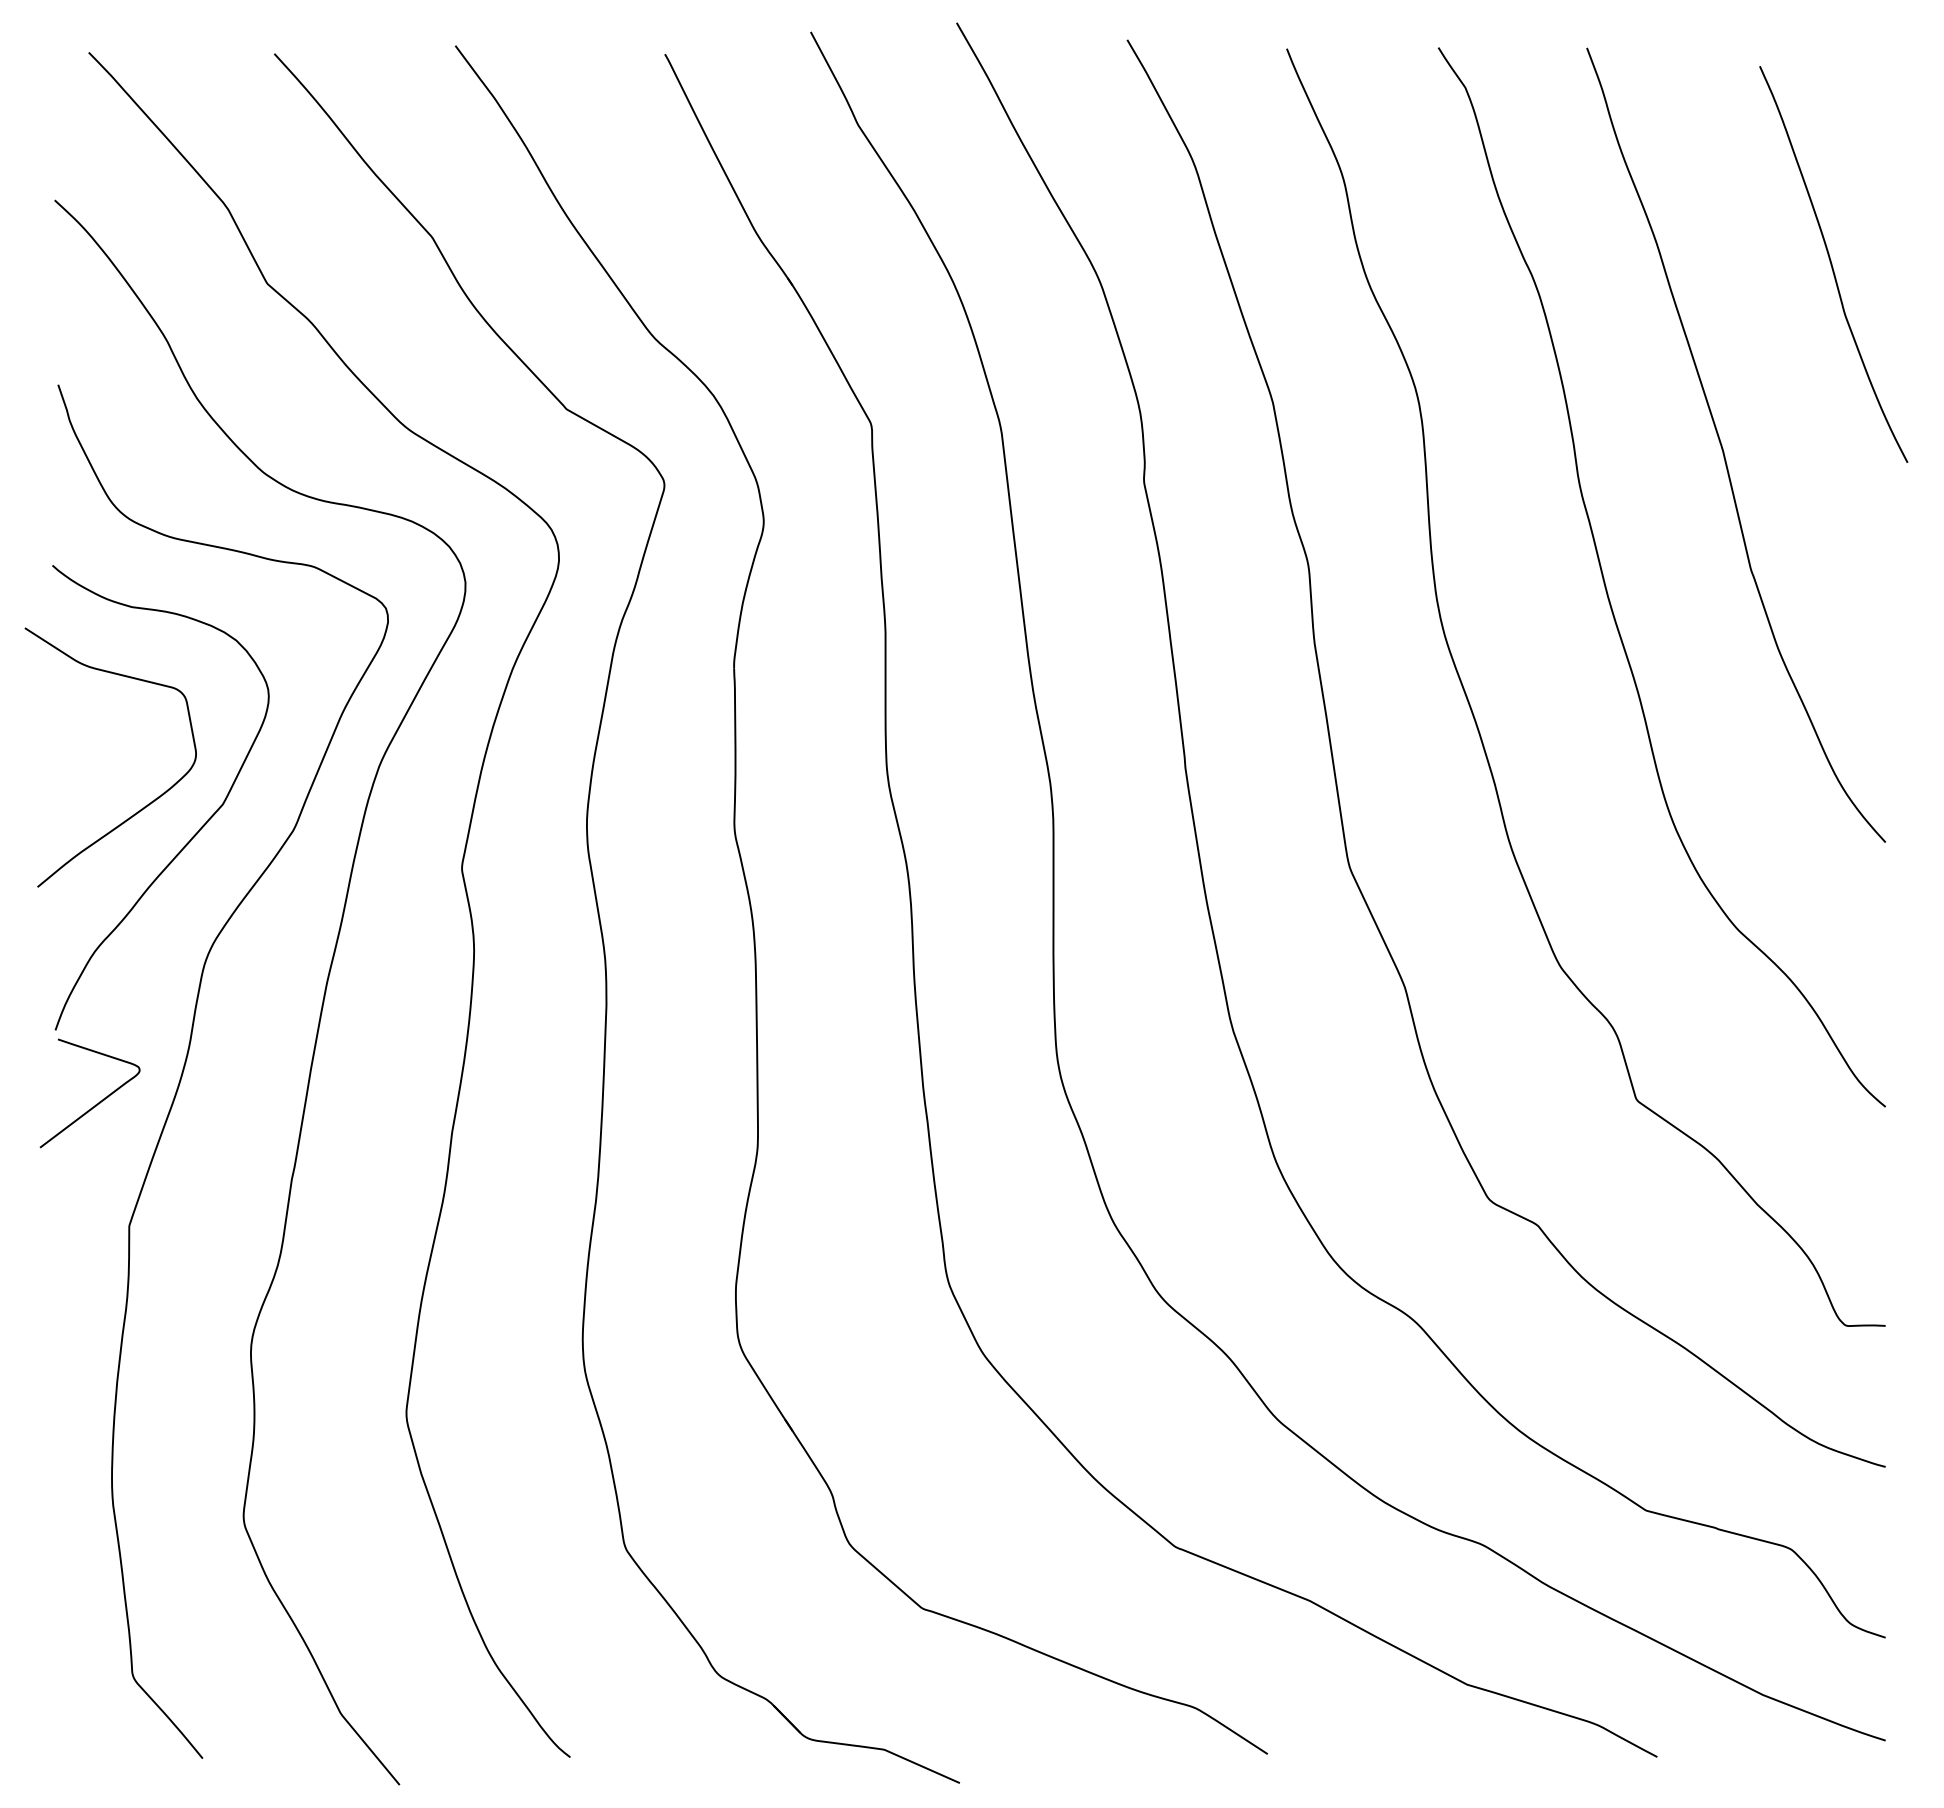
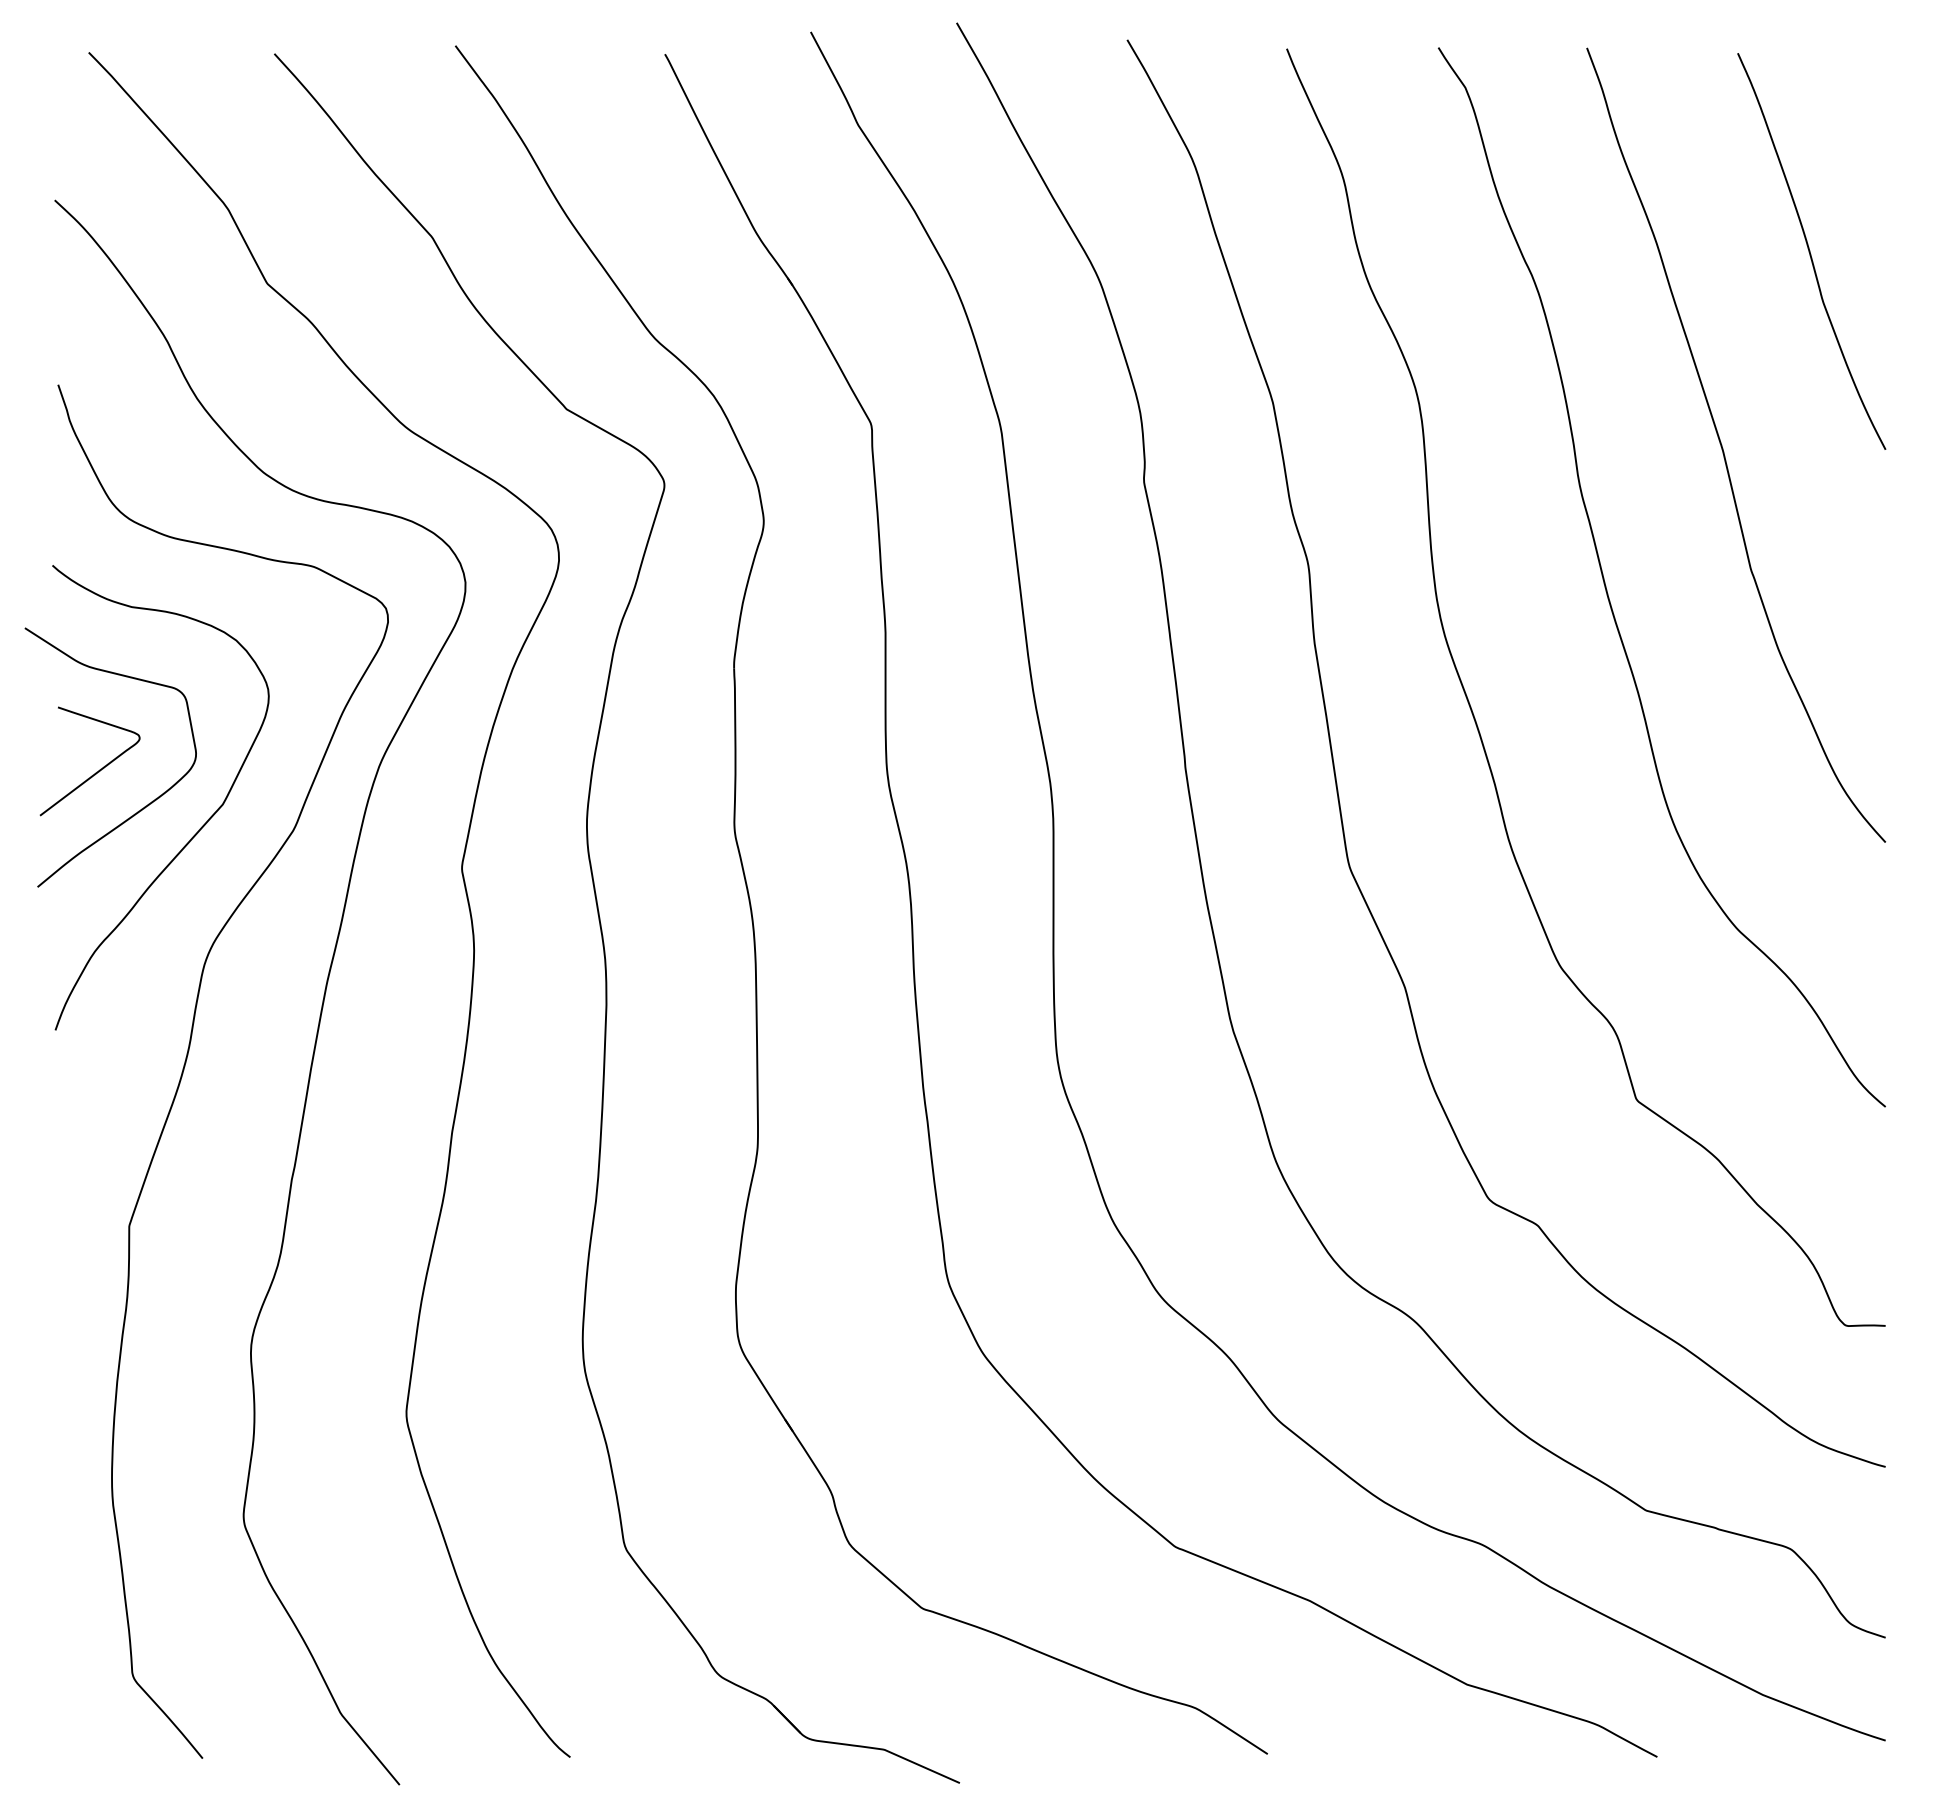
curve at (1832, 264) position: (1832, 264) -> (1810, 251)
curve at (95, 1104) position: (95, 1104) -> (95, 772)
